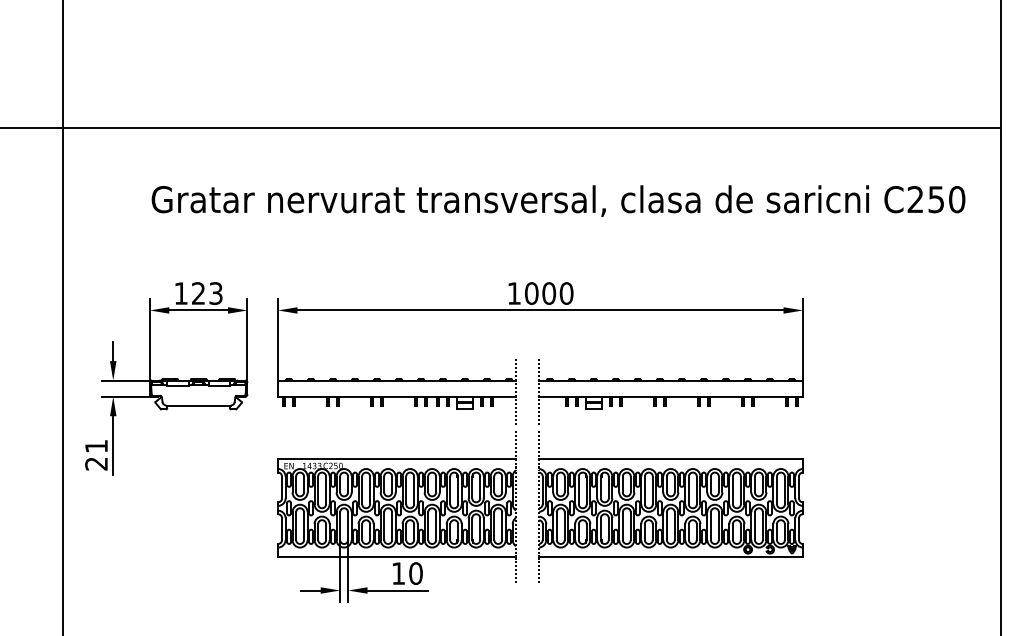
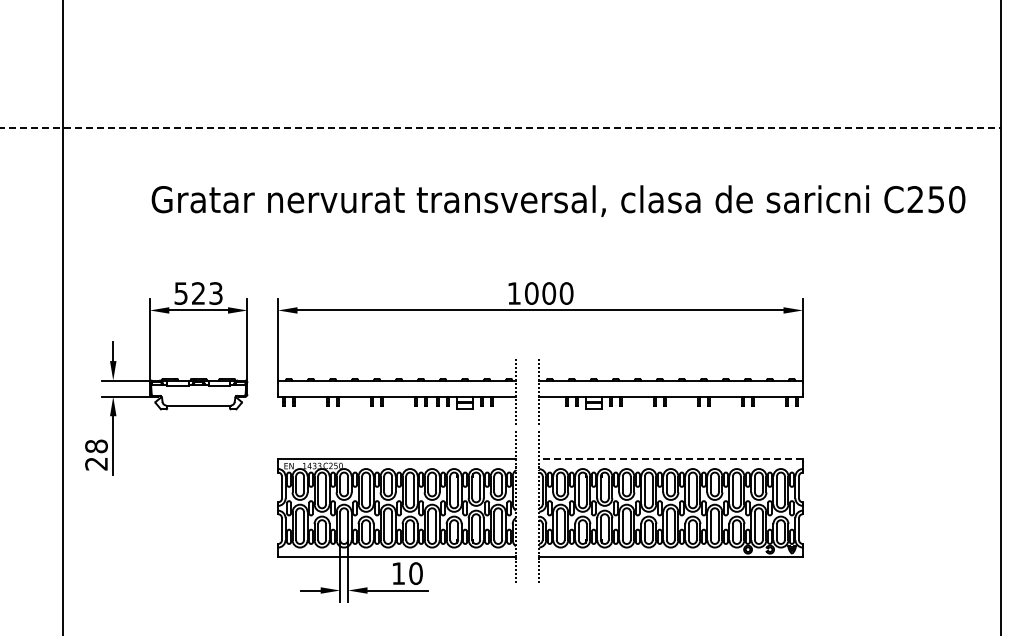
line at (501, 127): solid -> dashed
text at (180, 293): 123 -> 523
text at (96, 446): 21 -> 28
line at (671, 459): solid -> dashed
